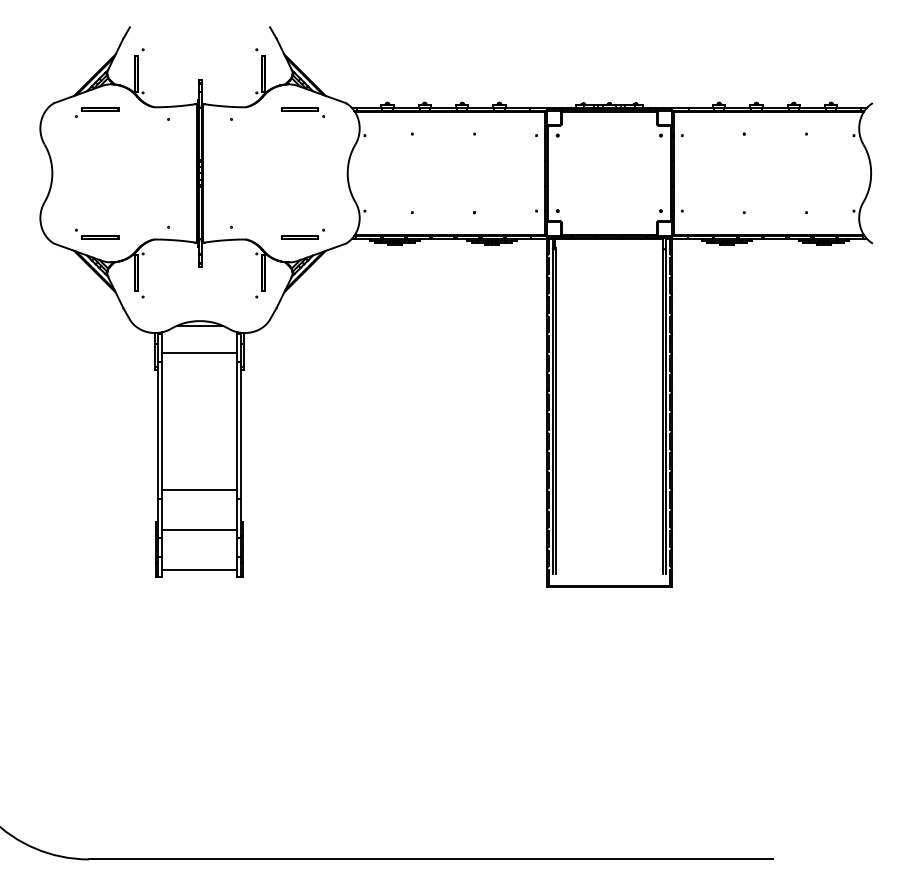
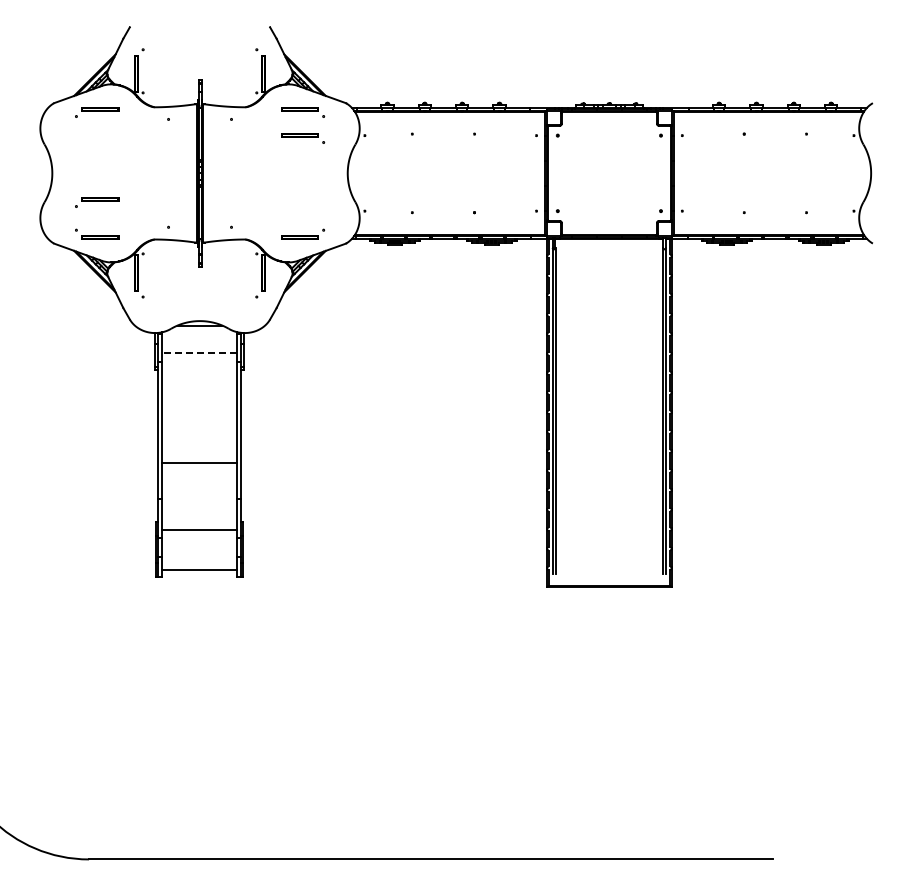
part at (303, 138): none -> present
part at (97, 202): none -> present
line at (199, 353): solid -> dashed
line at (199, 490) position: (199, 490) -> (199, 463)
